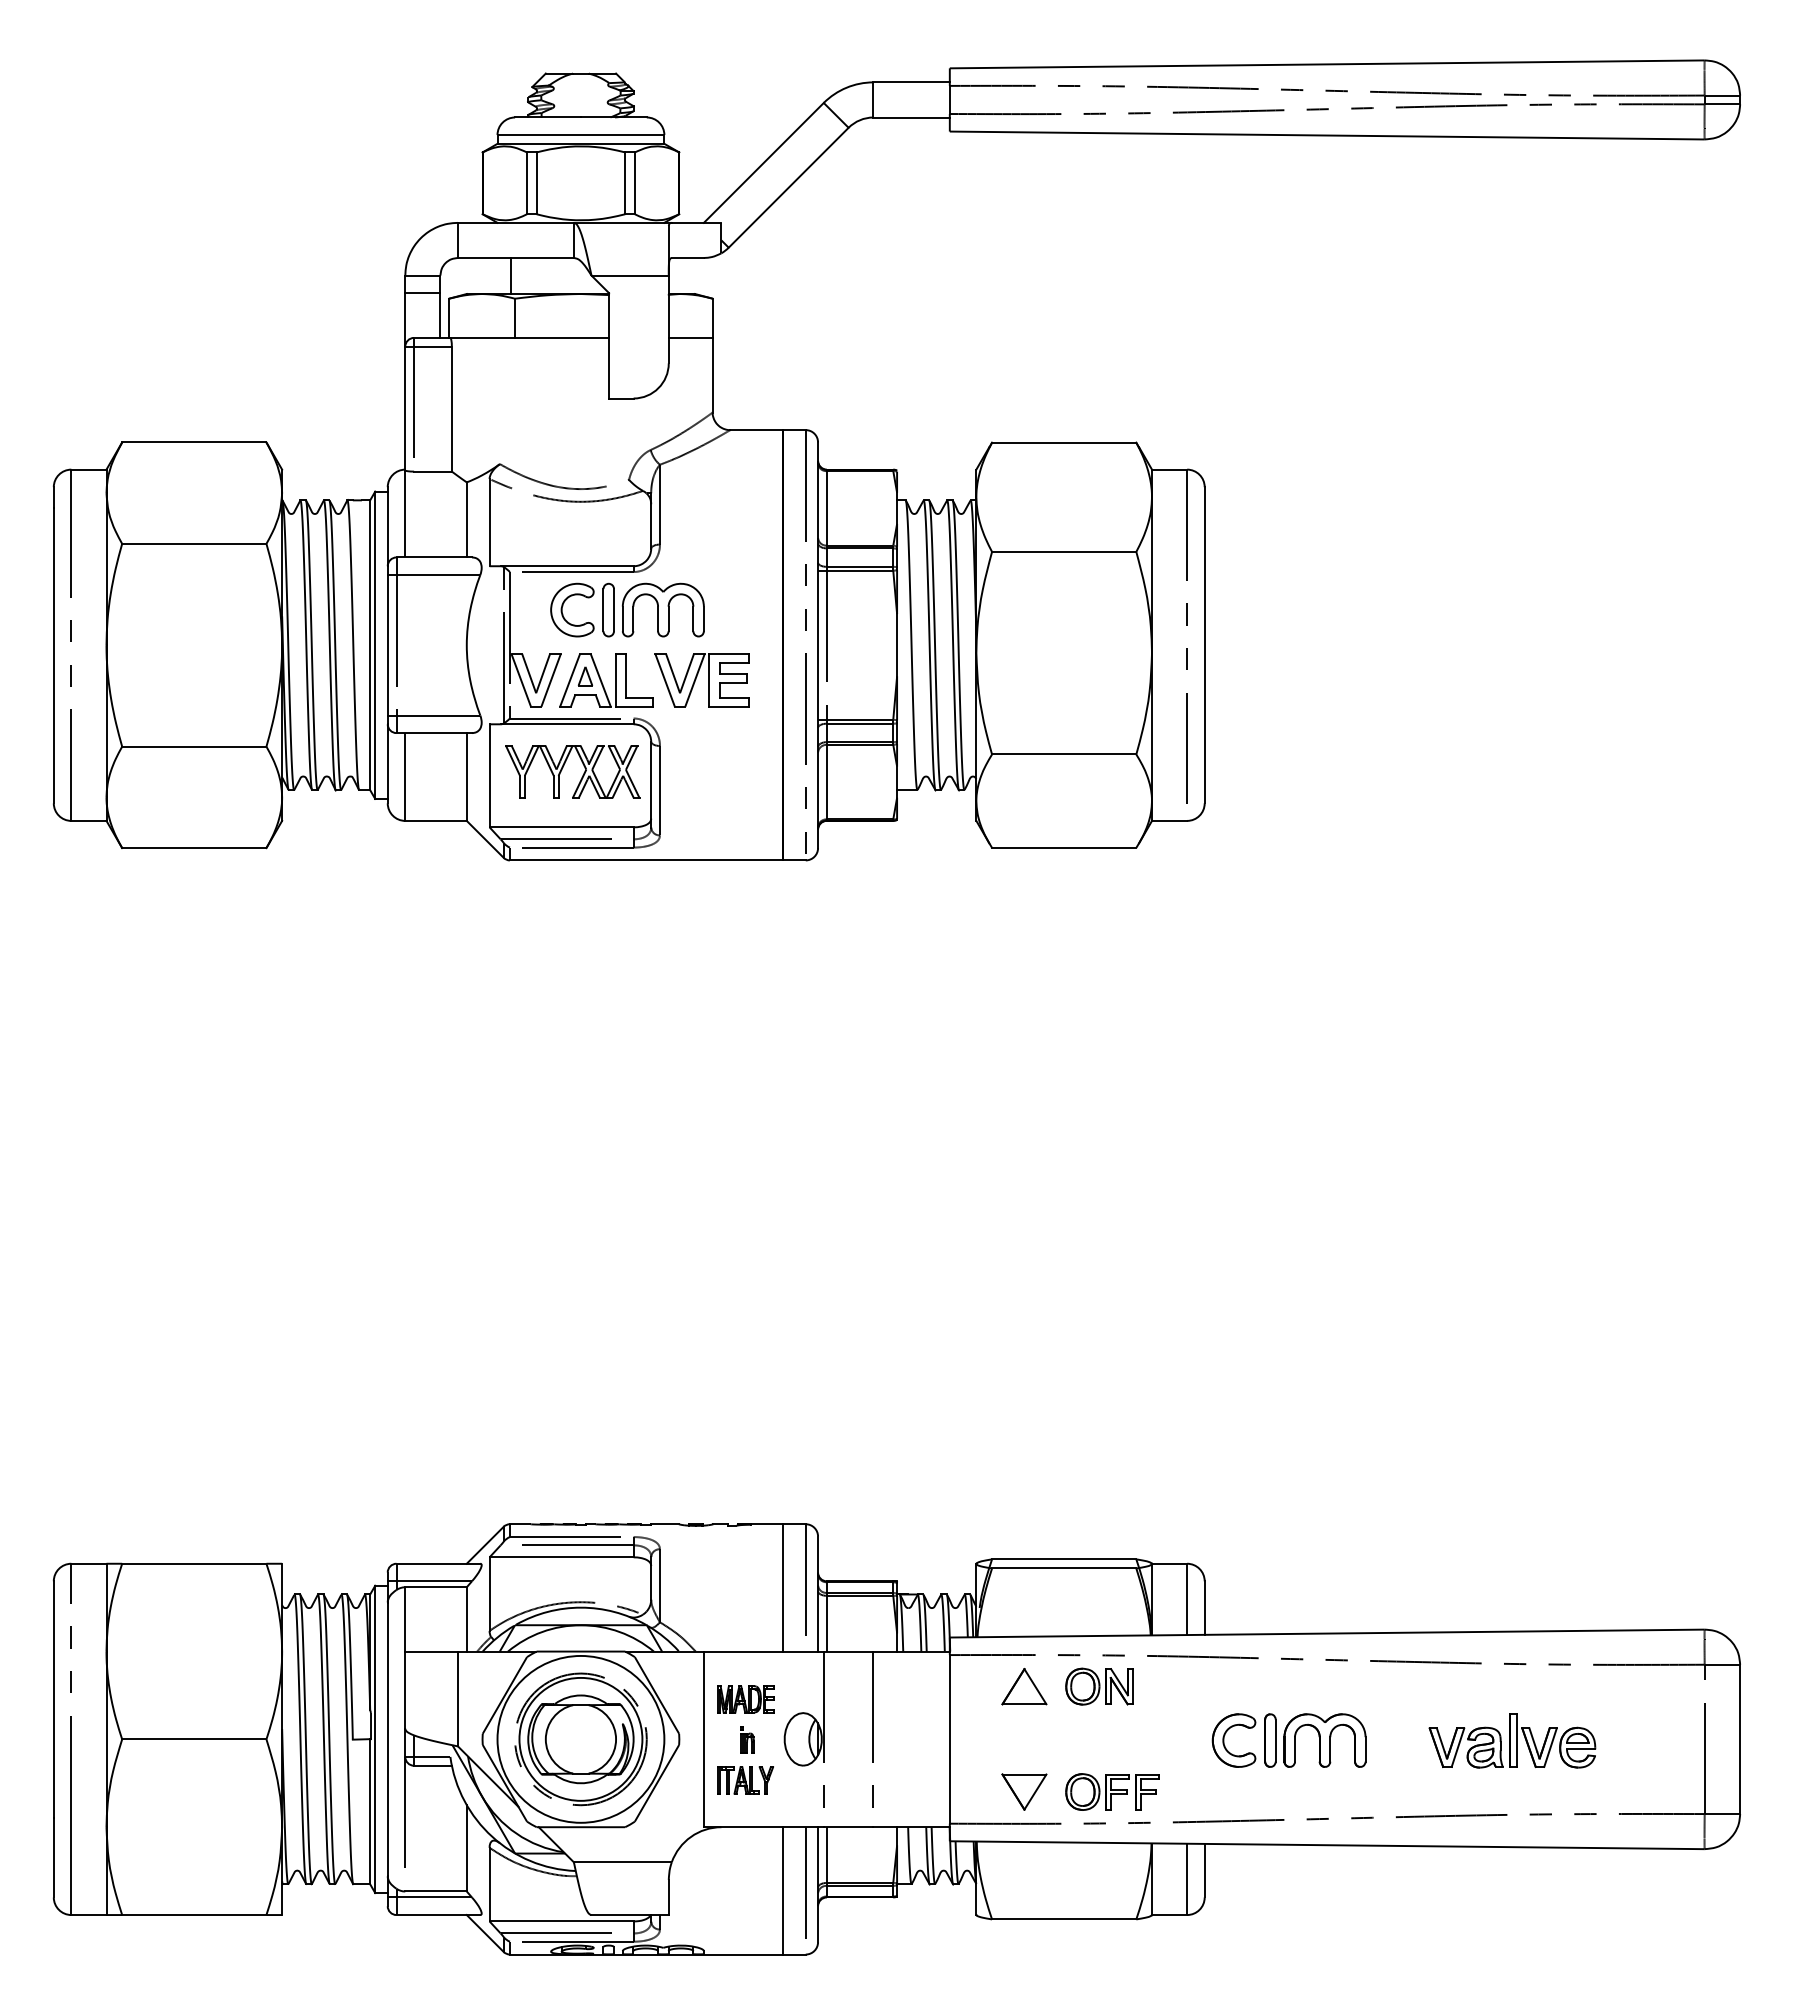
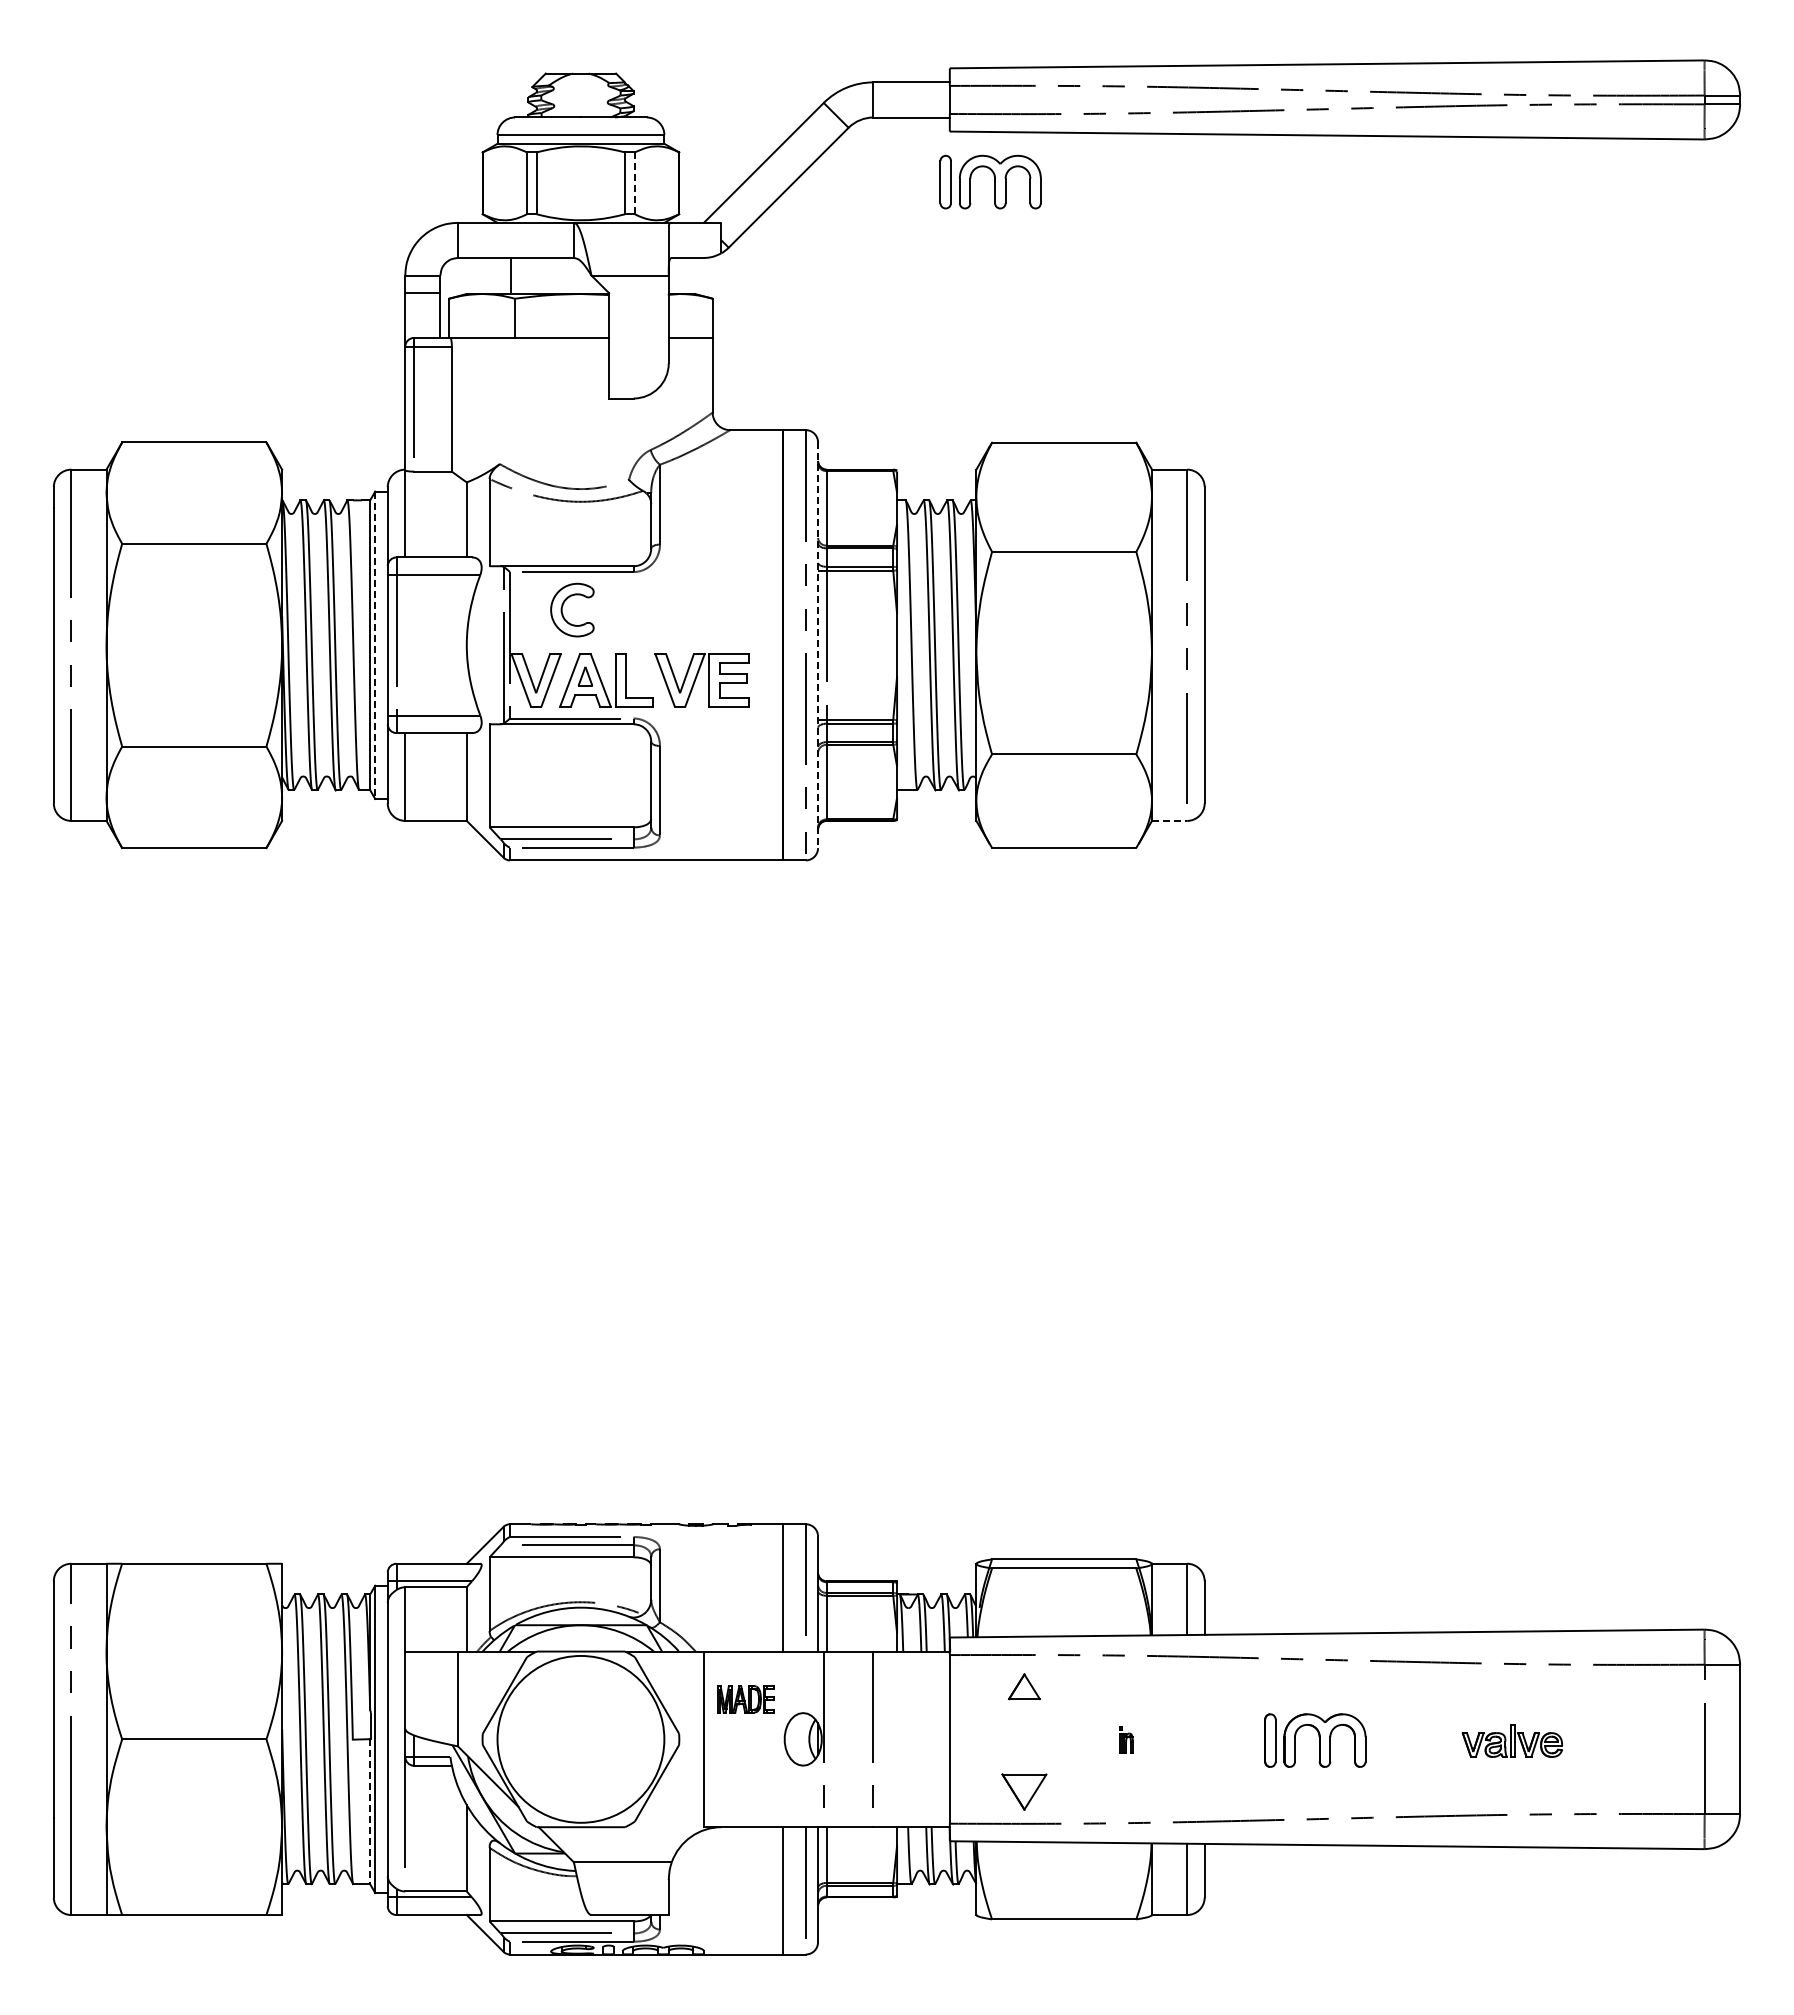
line at (634, 183): solid -> dashed
part at (653, 609) position: (653, 609) -> (990, 181)
line at (375, 645): solid -> dashed
line at (818, 645): solid -> dashed
part at (563, 767): present -> none
line at (1169, 820): solid -> dashed
part at (1024, 1686) size: 47x38 px -> 33x28 px
part at (1099, 1686): present -> none
part at (580, 1739): present -> none
part at (747, 1739) position: (747, 1739) -> (1126, 1739)
part at (1224, 1740): present -> none
part at (1512, 1740) size: 169x56 px -> 103x34 px
part at (745, 1780): present -> none
part at (1112, 1791): present -> none
line at (370, 1811): solid -> dashed
